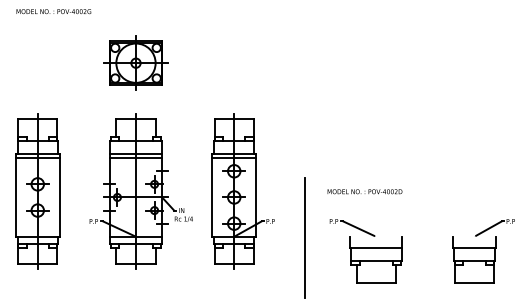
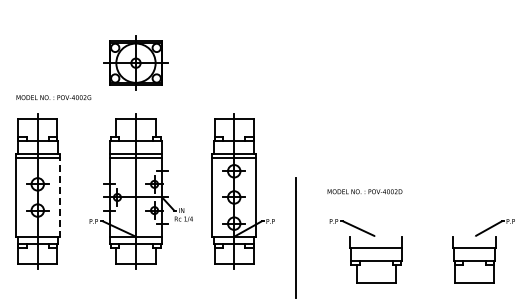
text at (53, 11) position: (53, 11) -> (53, 97)
line at (59, 195): solid -> dashed
line at (304, 237) position: (304, 237) -> (295, 237)
